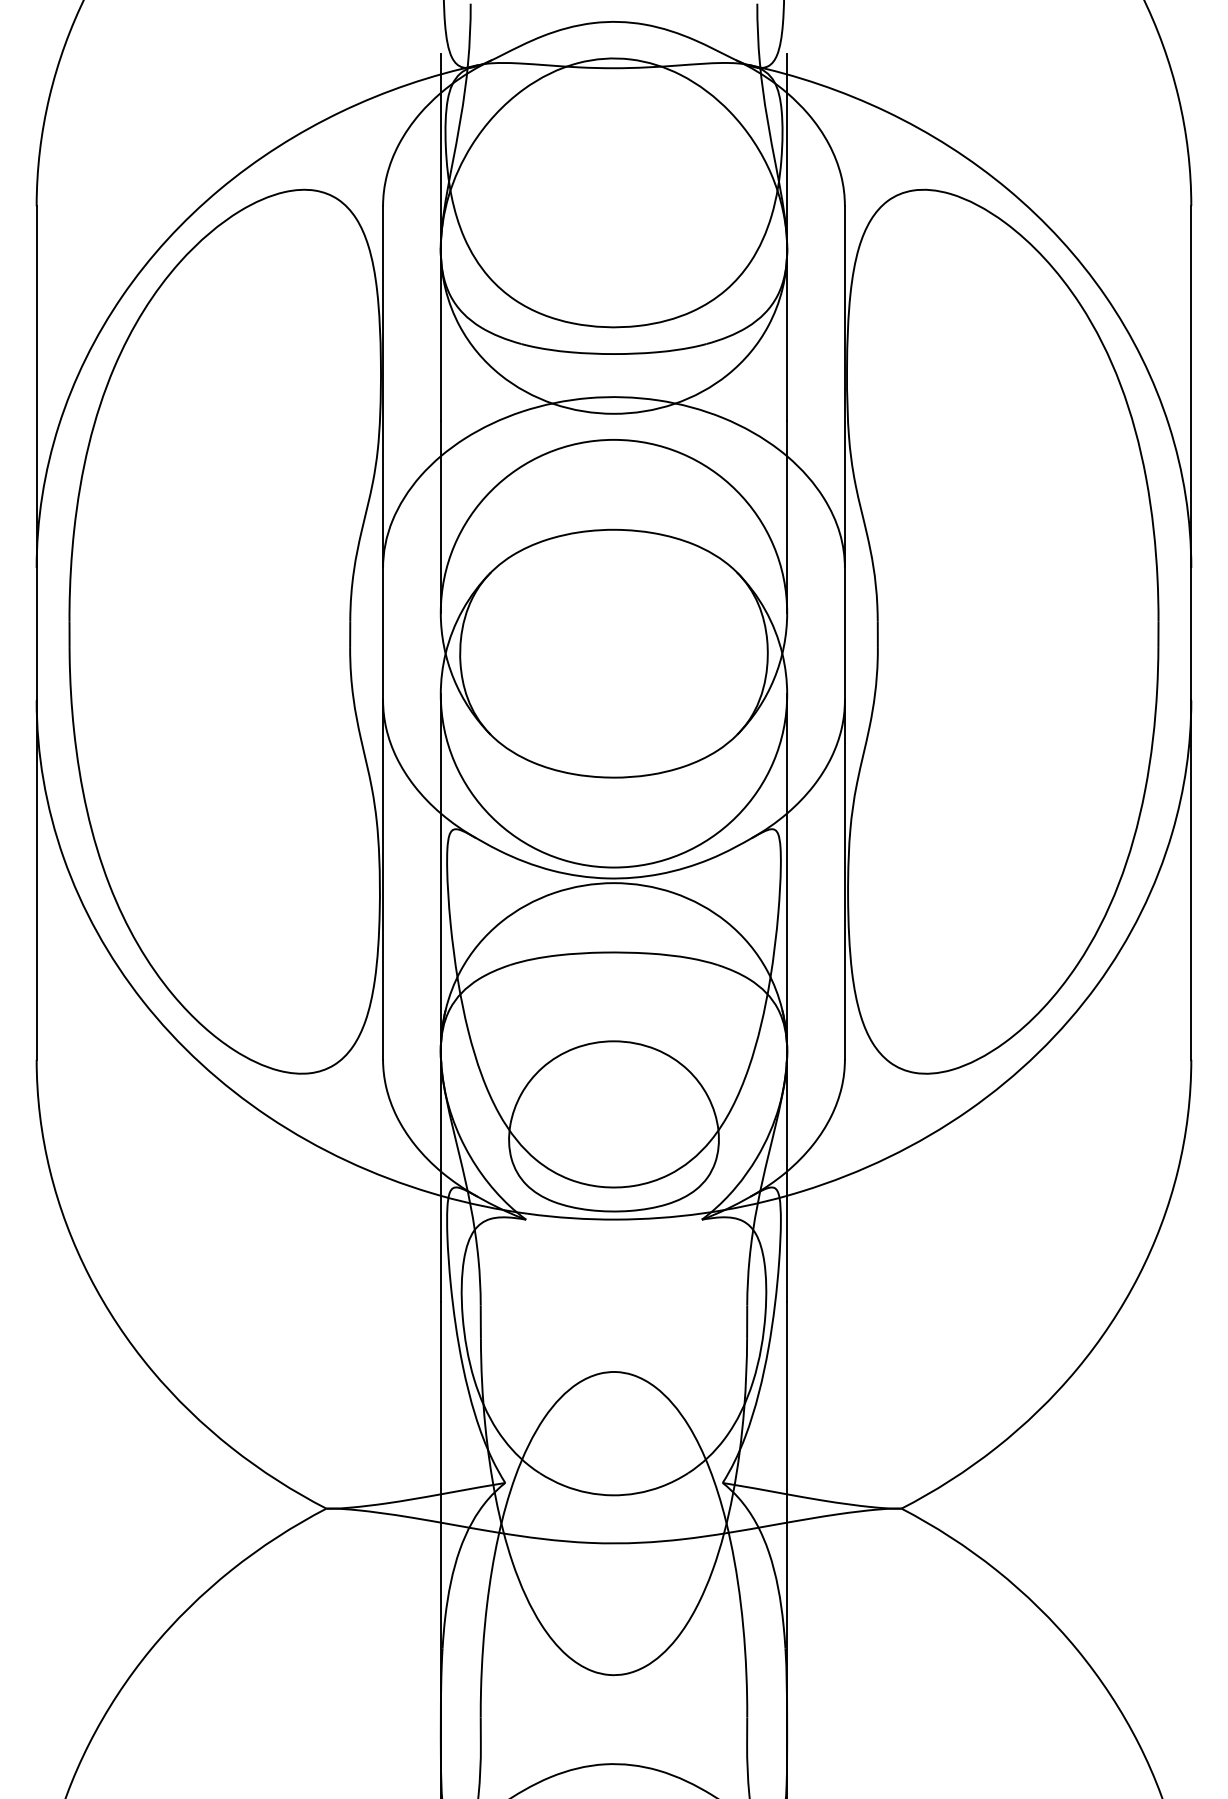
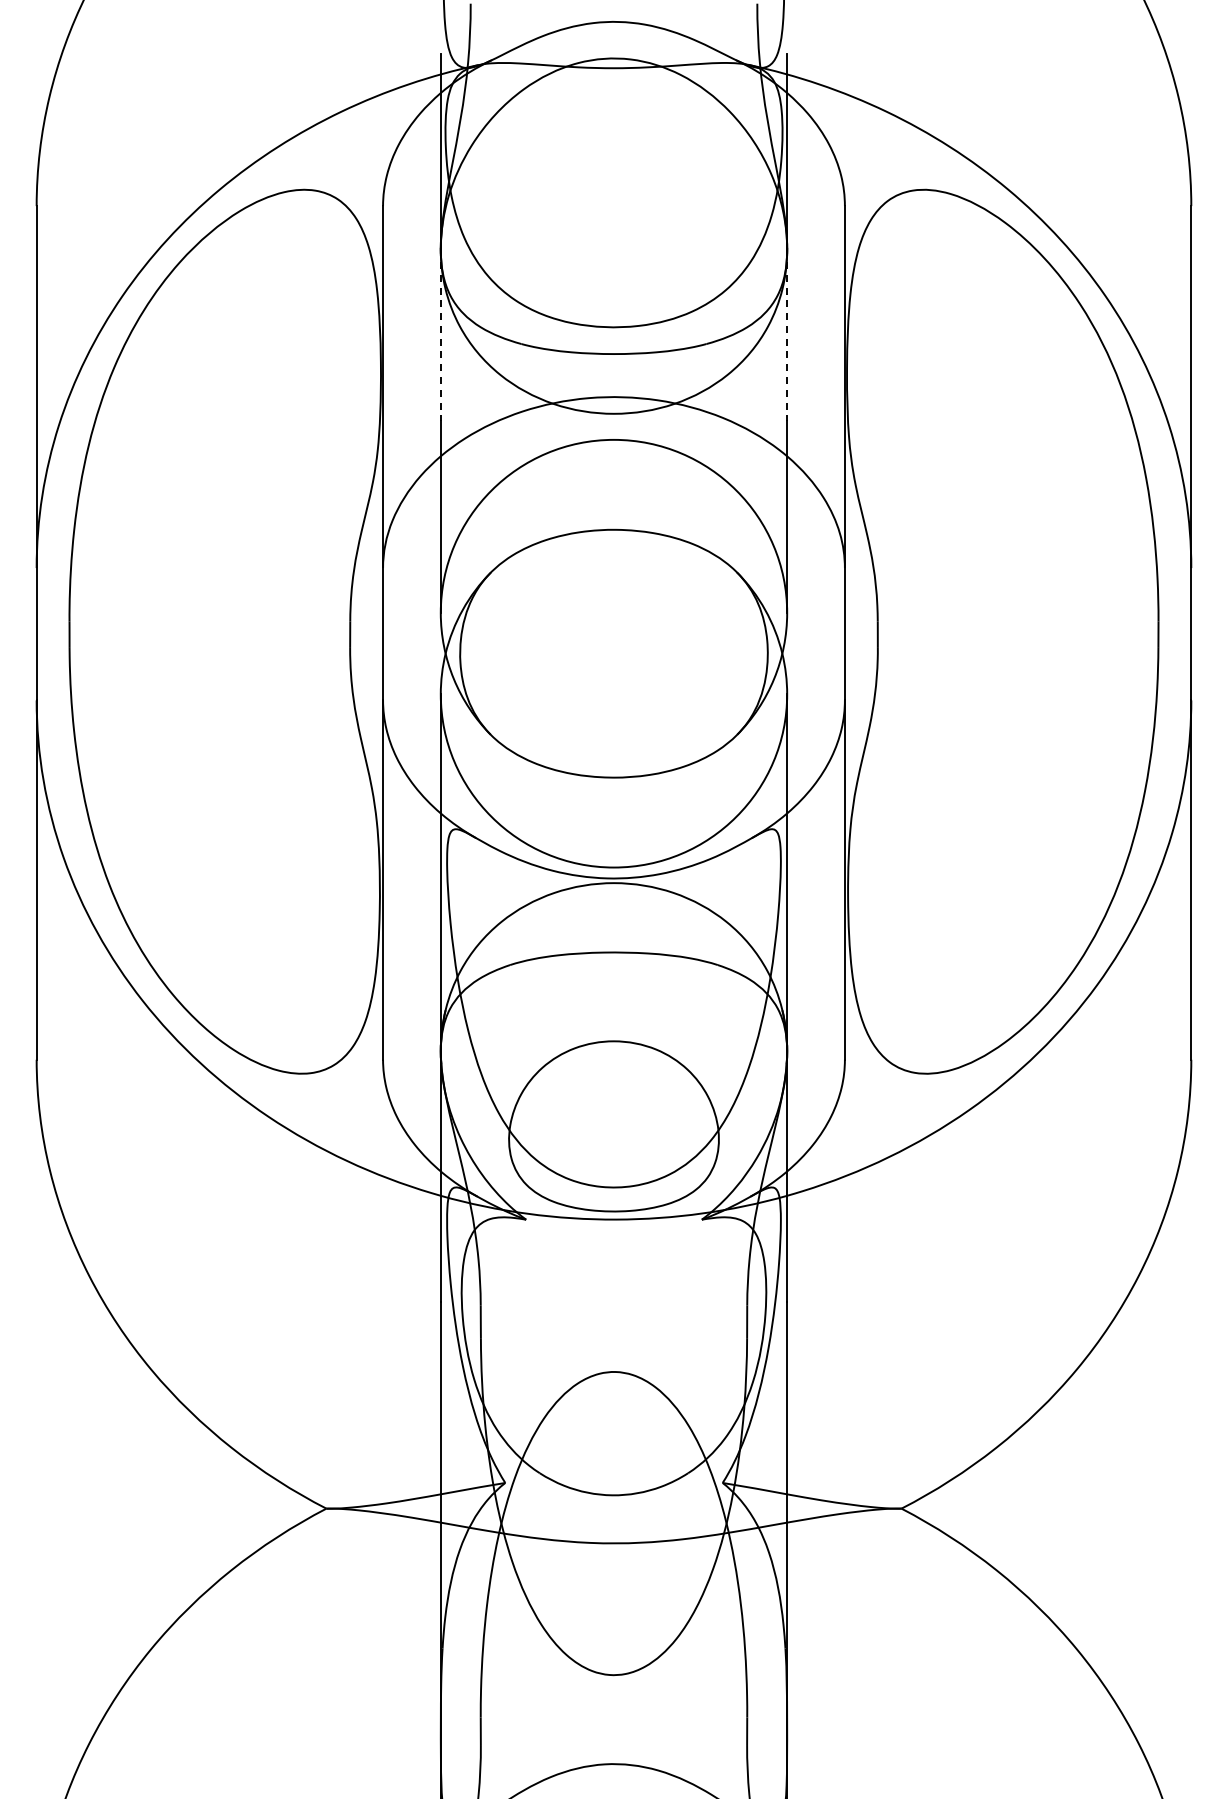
line at (440, 335): solid -> dashed
line at (787, 335): solid -> dashed
